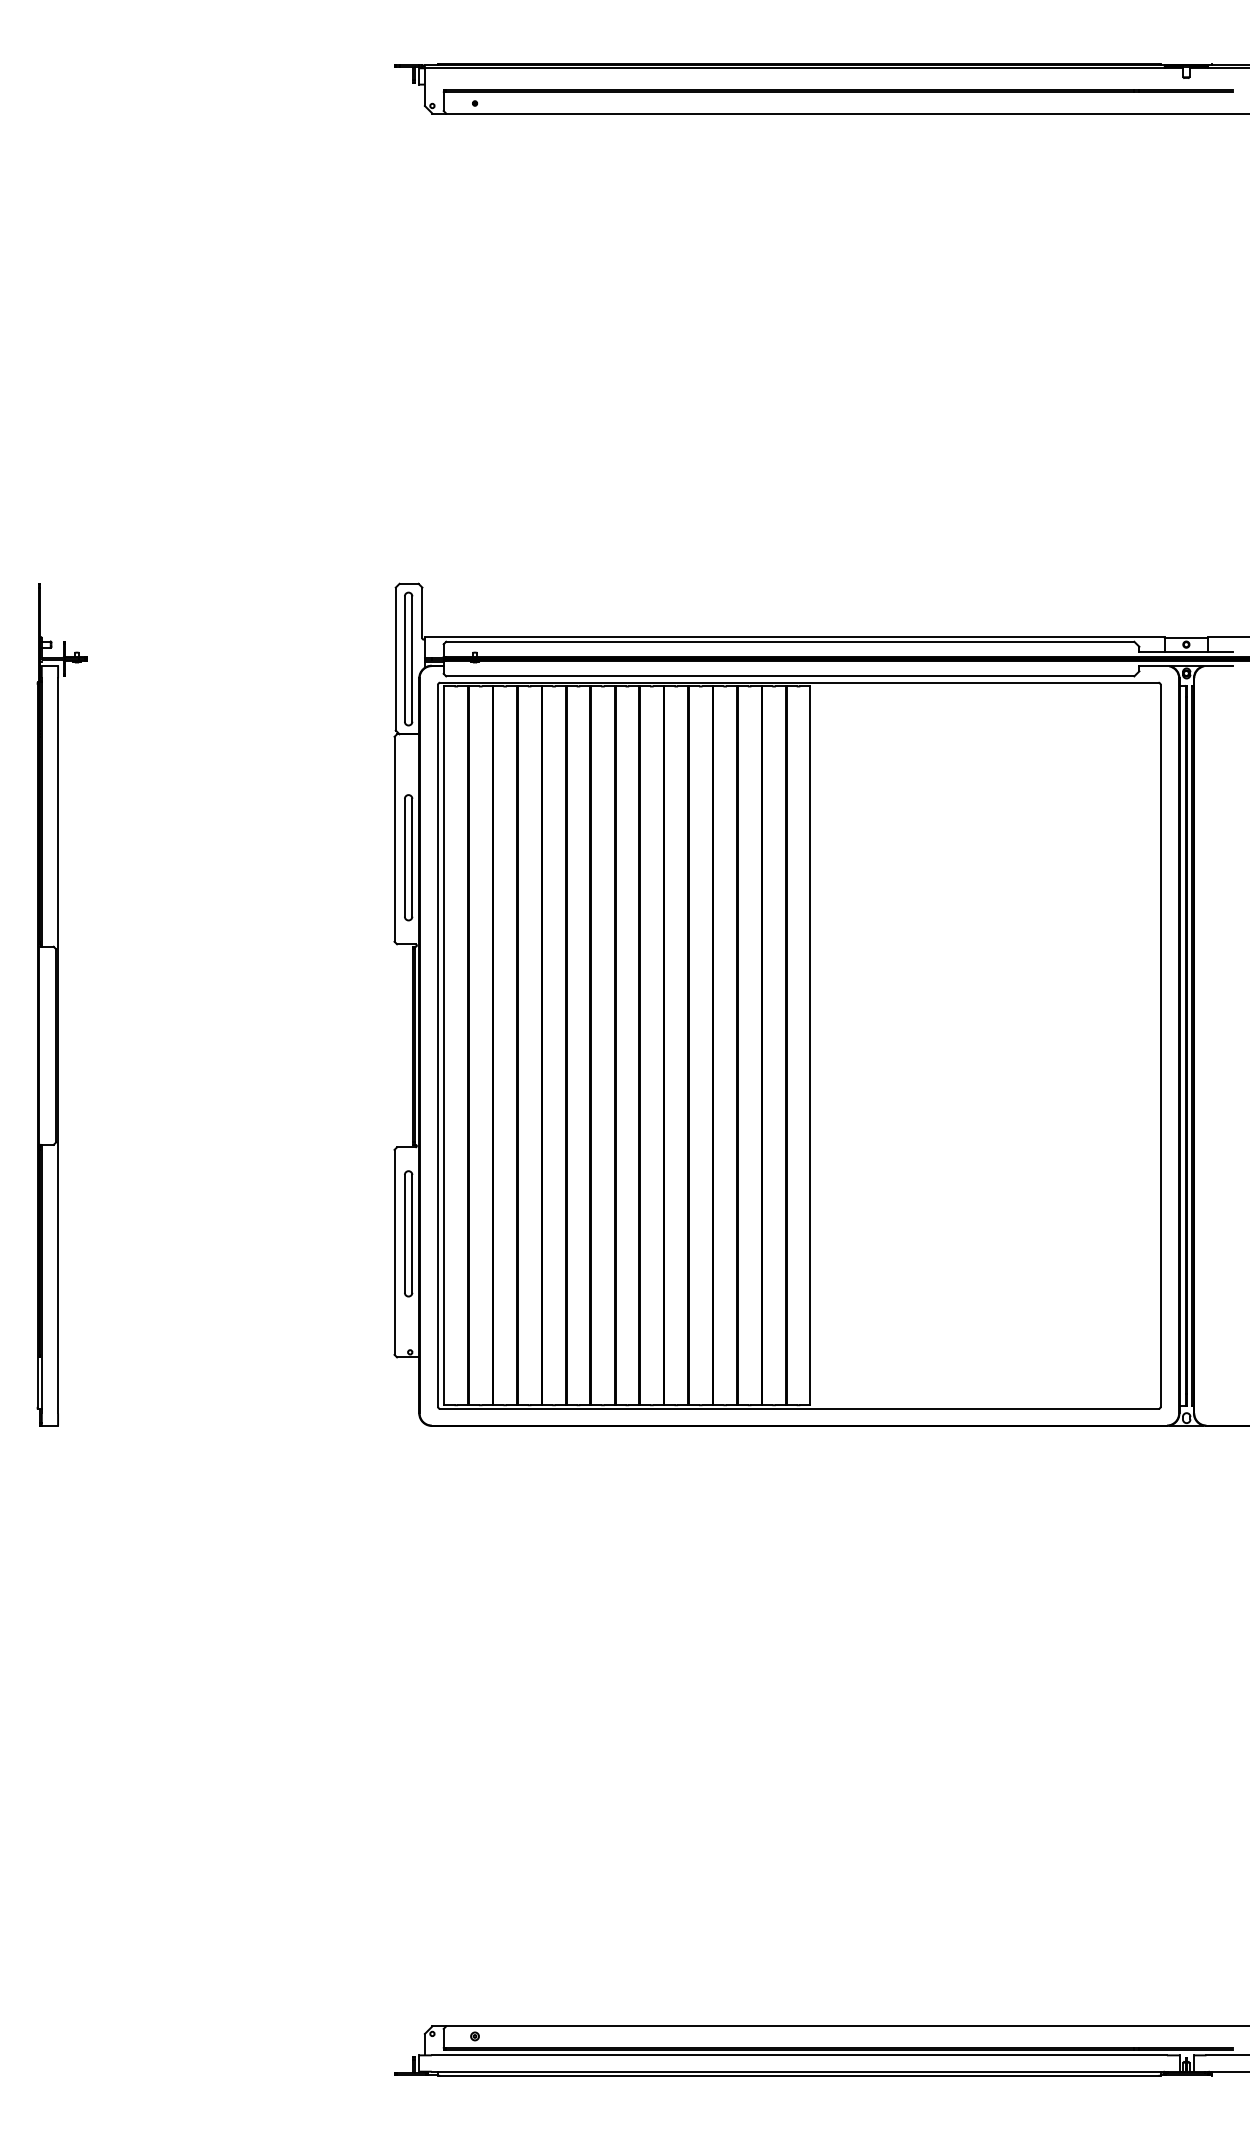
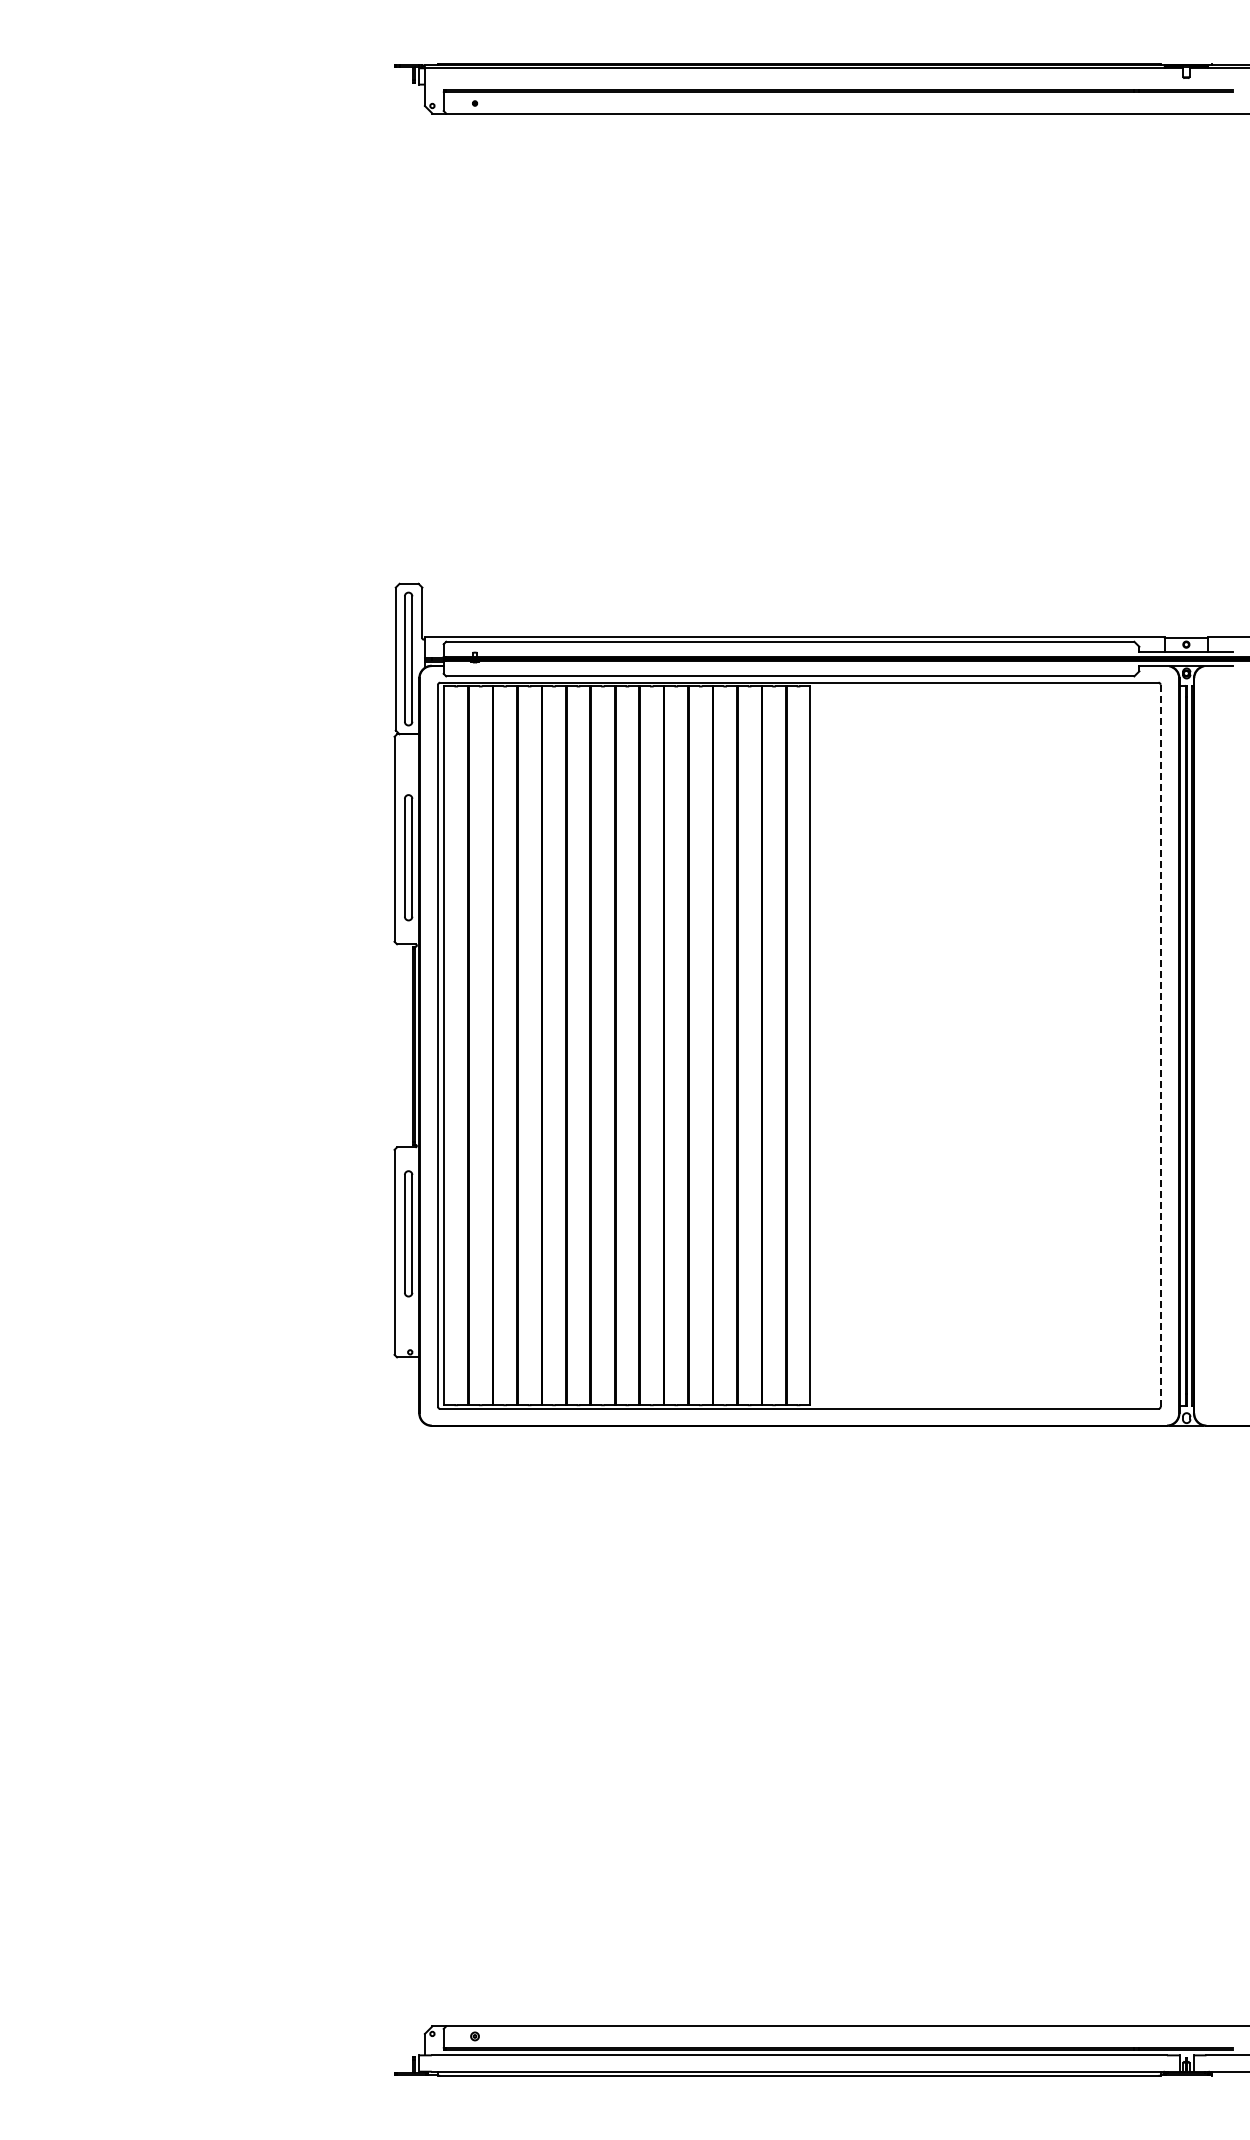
part at (61, 1004): present -> none
line at (1160, 1045): solid -> dashed
